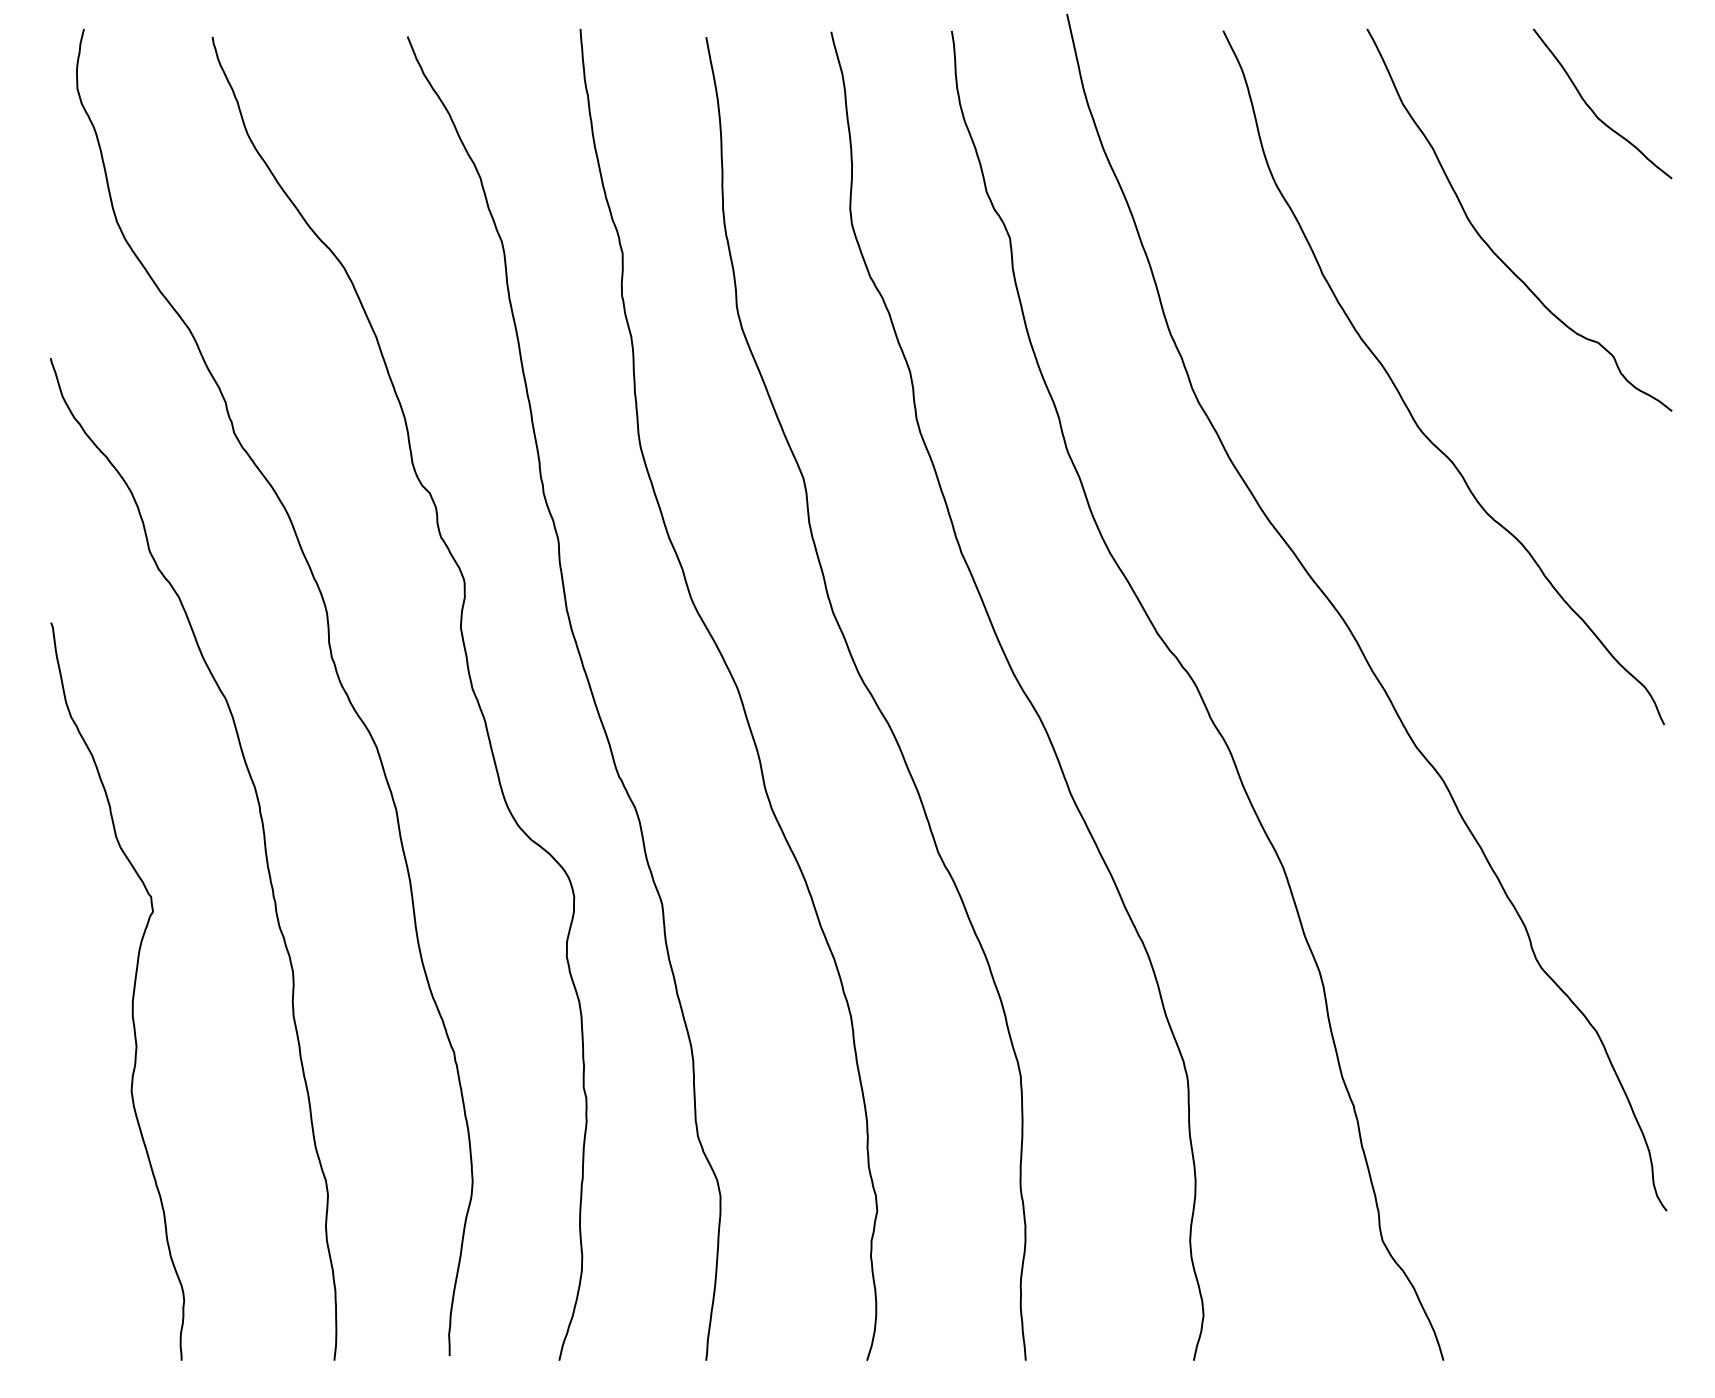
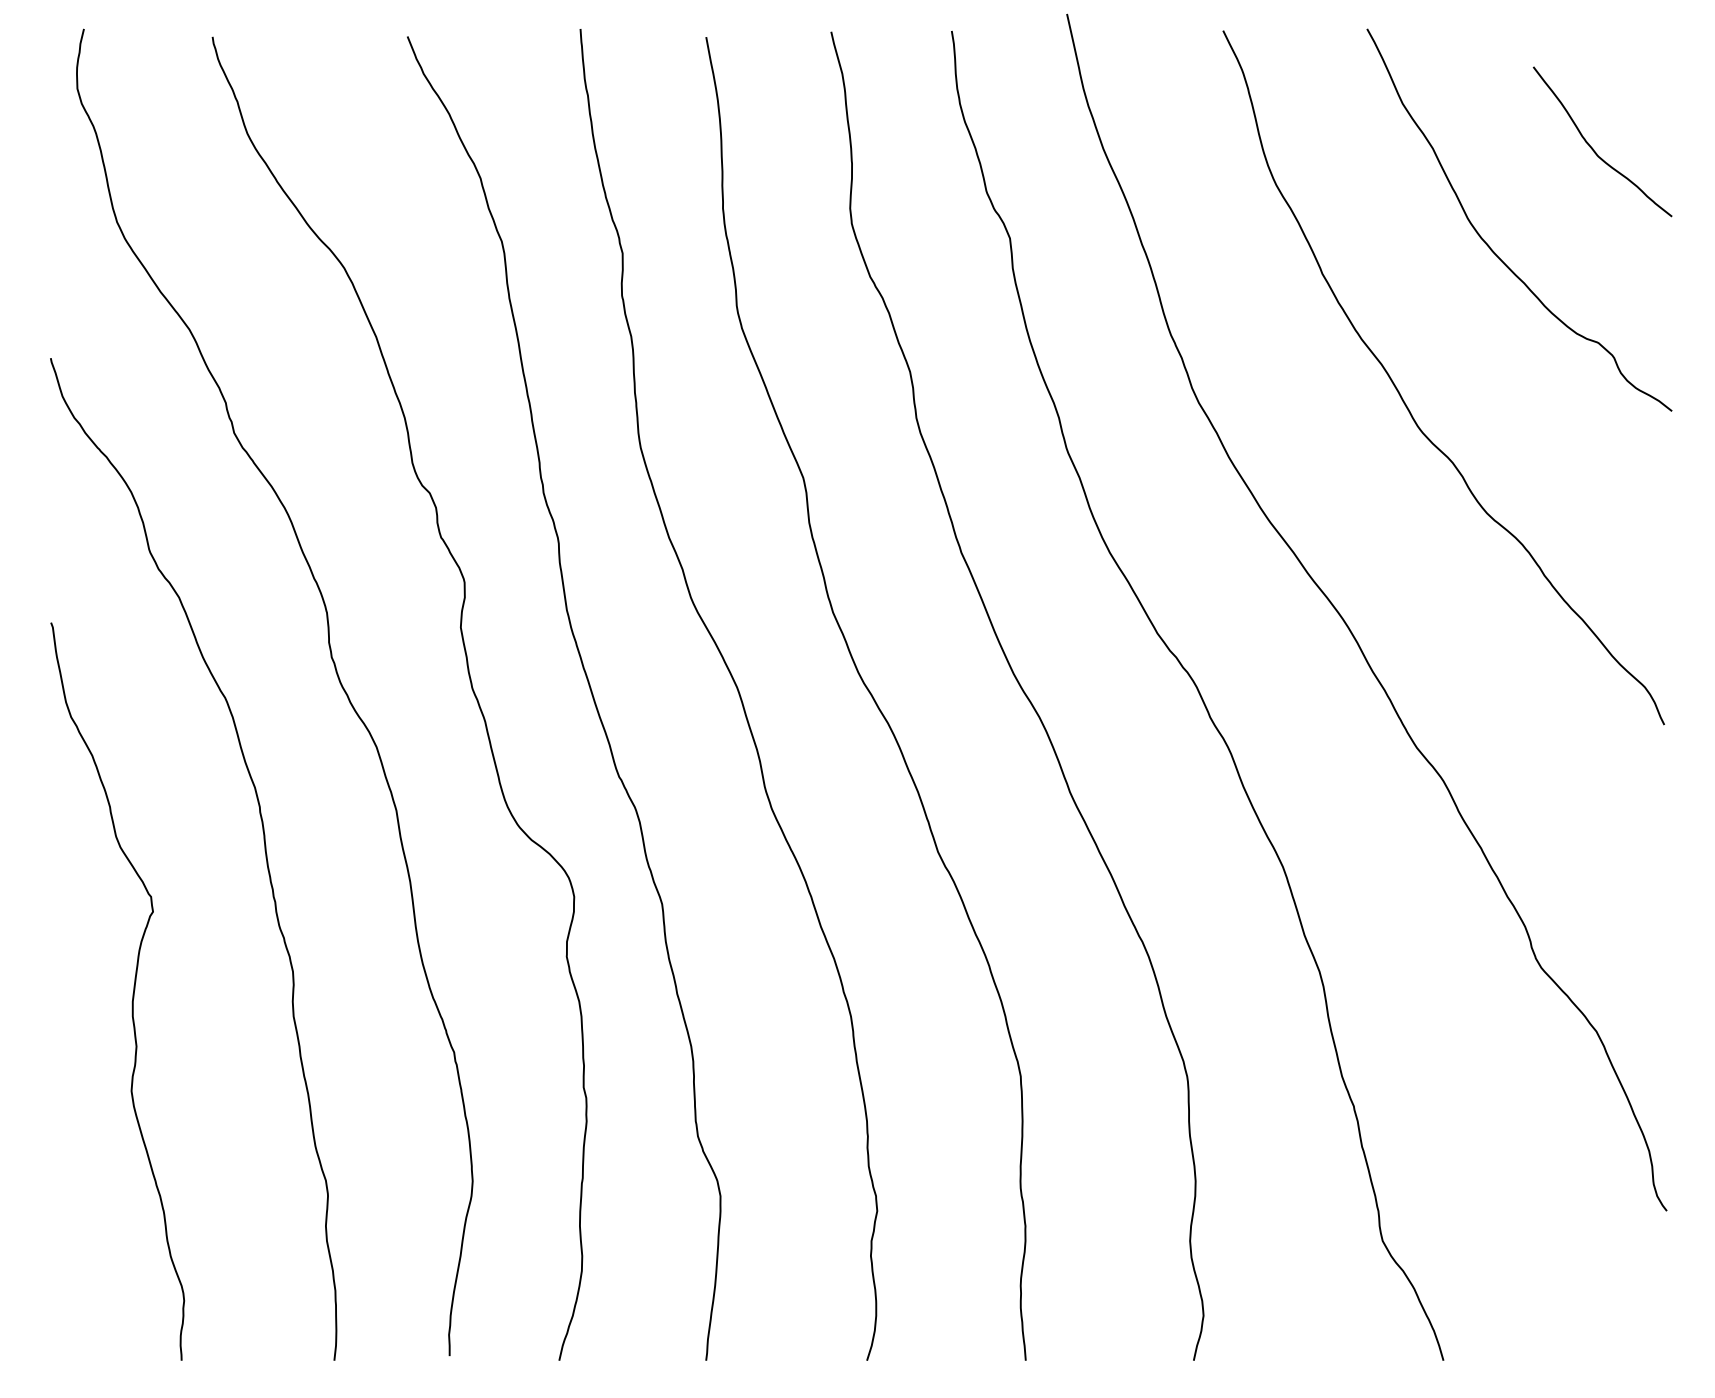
curve at (1593, 110) position: (1593, 110) -> (1593, 148)
